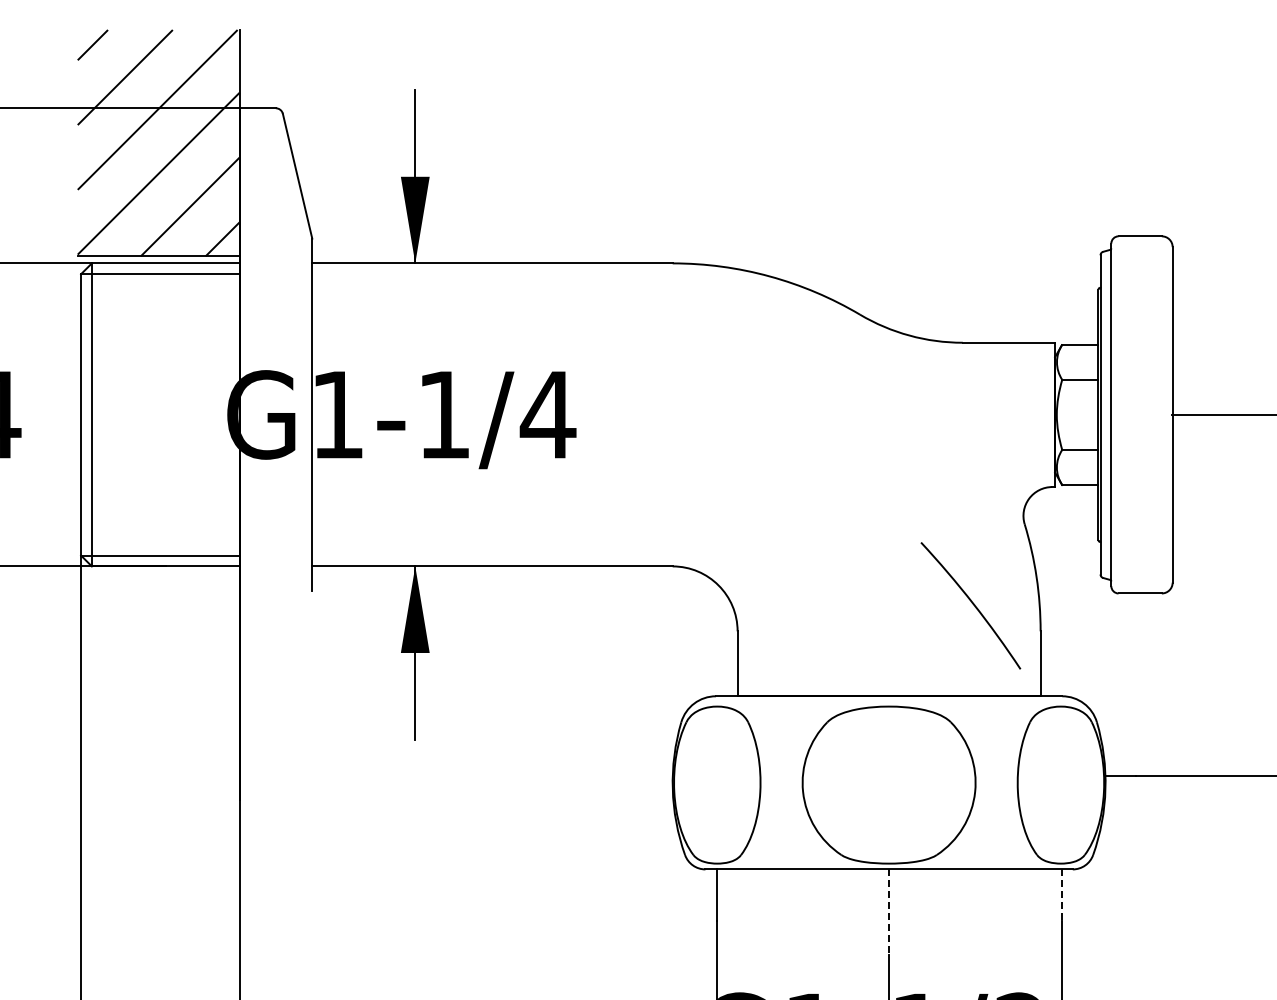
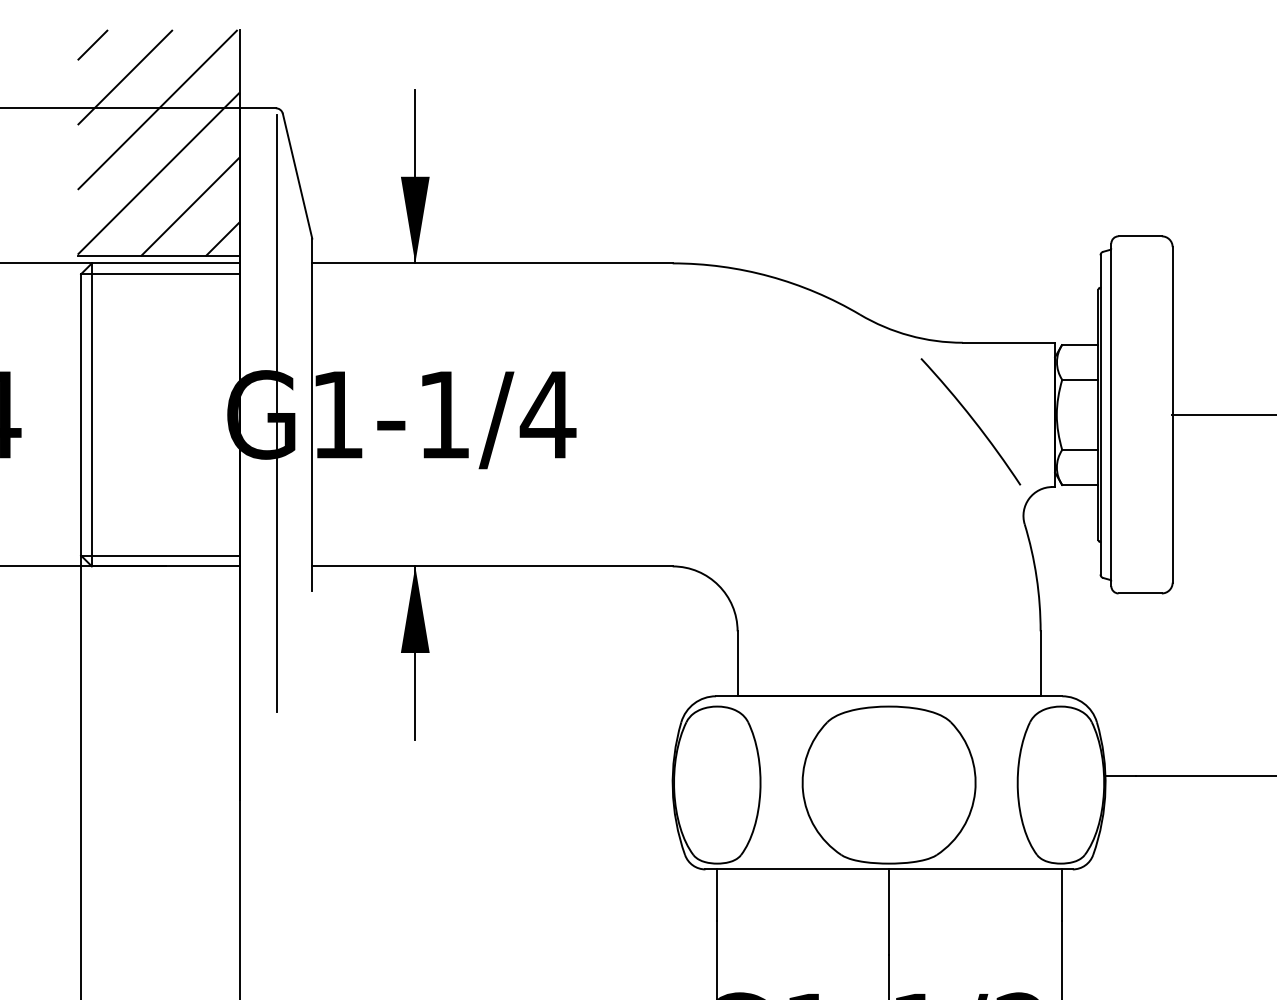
line at (277, 413): none -> present
arc at (971, 603) position: (971, 603) -> (971, 419)
line at (1061, 895): dashed -> solid
line at (889, 912): dashed -> solid
